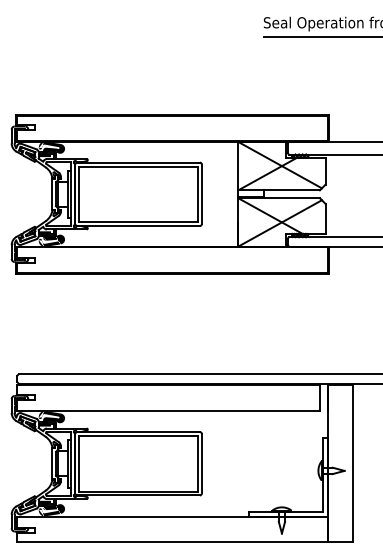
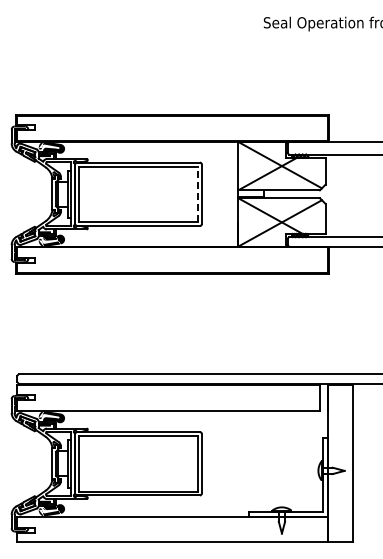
line at (321, 36): present -> none
line at (197, 194): solid -> dashed
